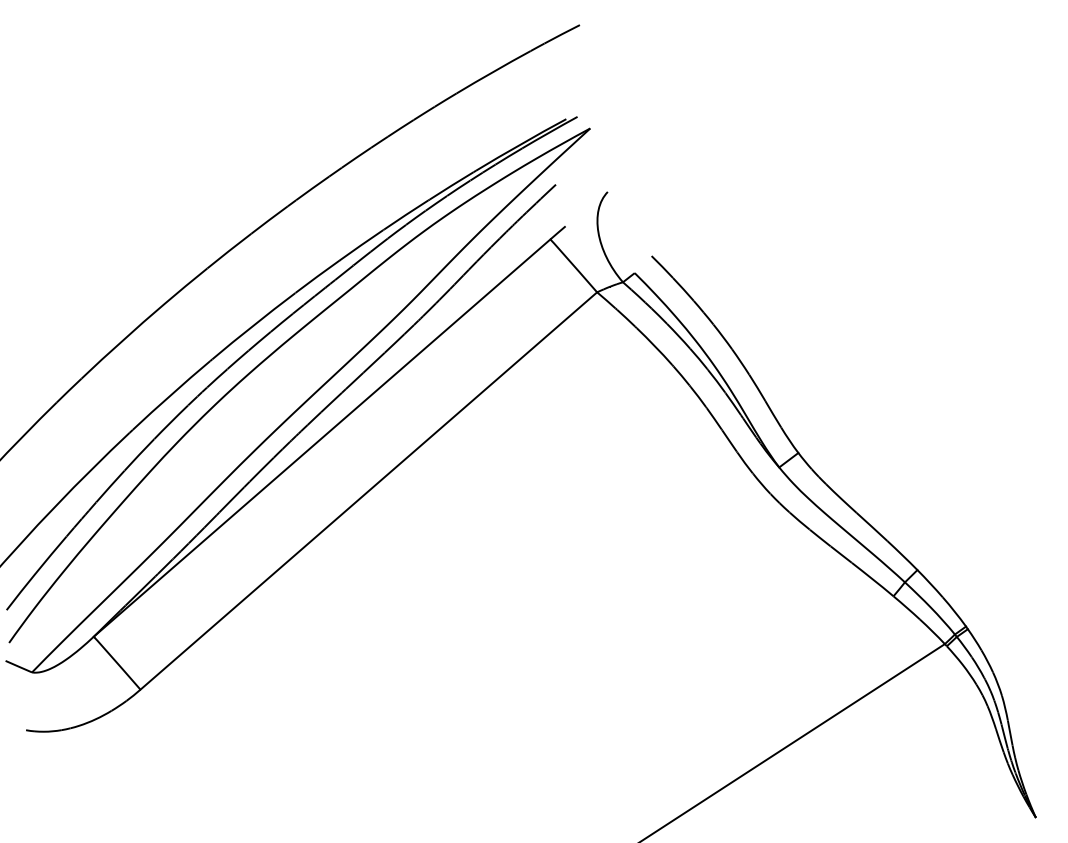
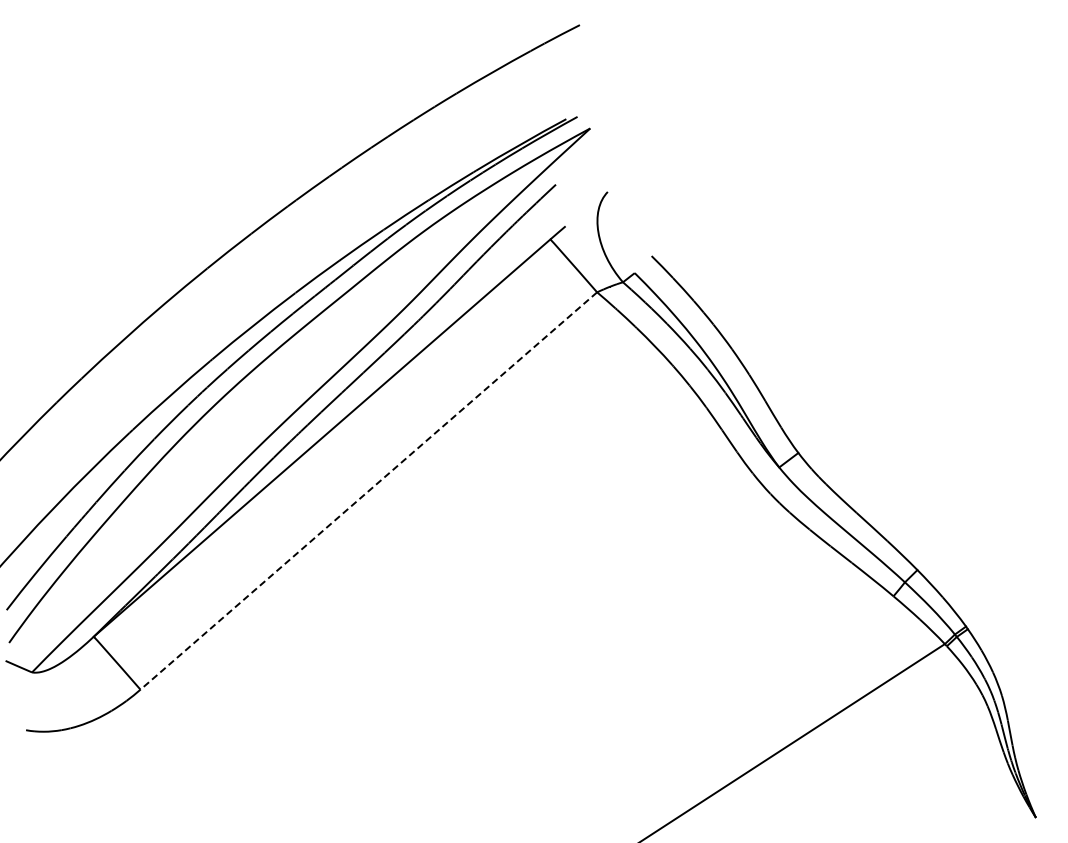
line at (368, 491): solid -> dashed
